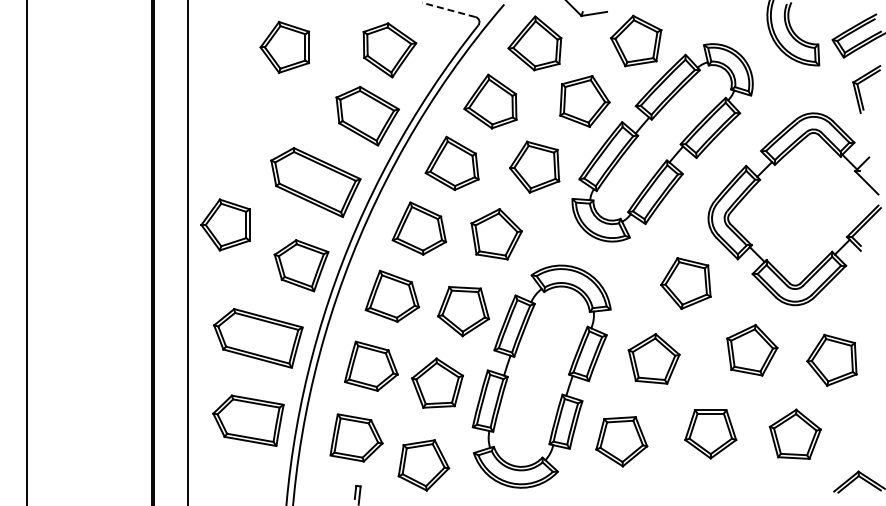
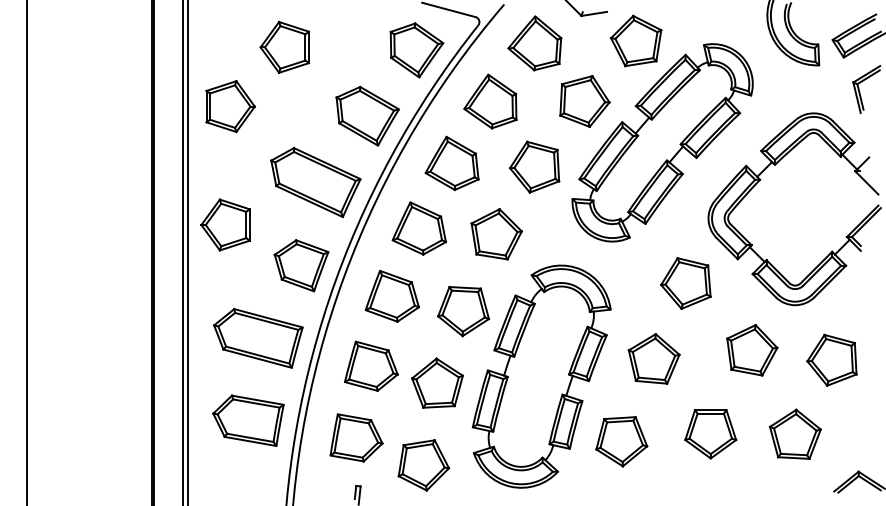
line at (448, 9): dashed -> solid
part at (389, 50) position: (389, 50) -> (416, 50)
part at (230, 106): none -> present
line at (182, 252): none -> present
